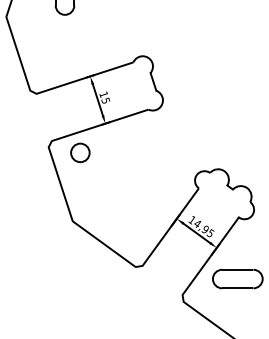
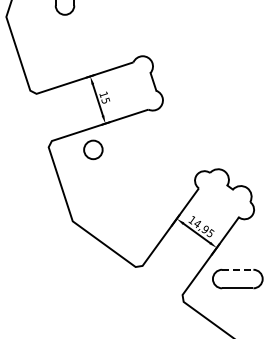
circle at (80, 152) position: (80, 152) -> (93, 149)
line at (237, 269): solid -> dashed
